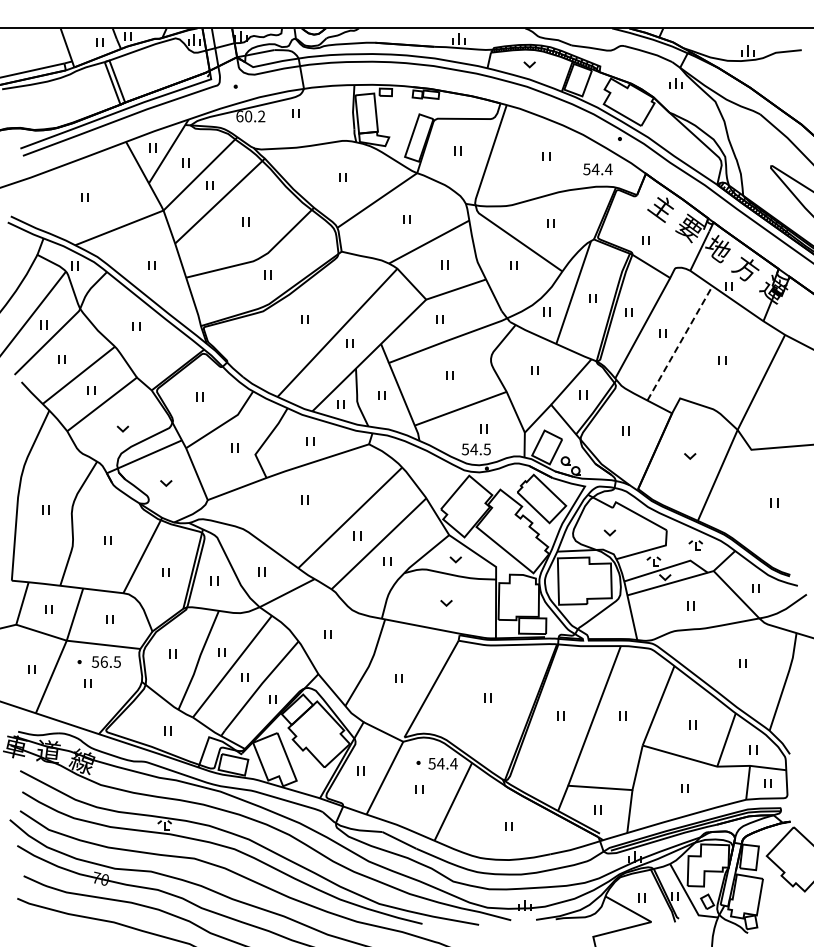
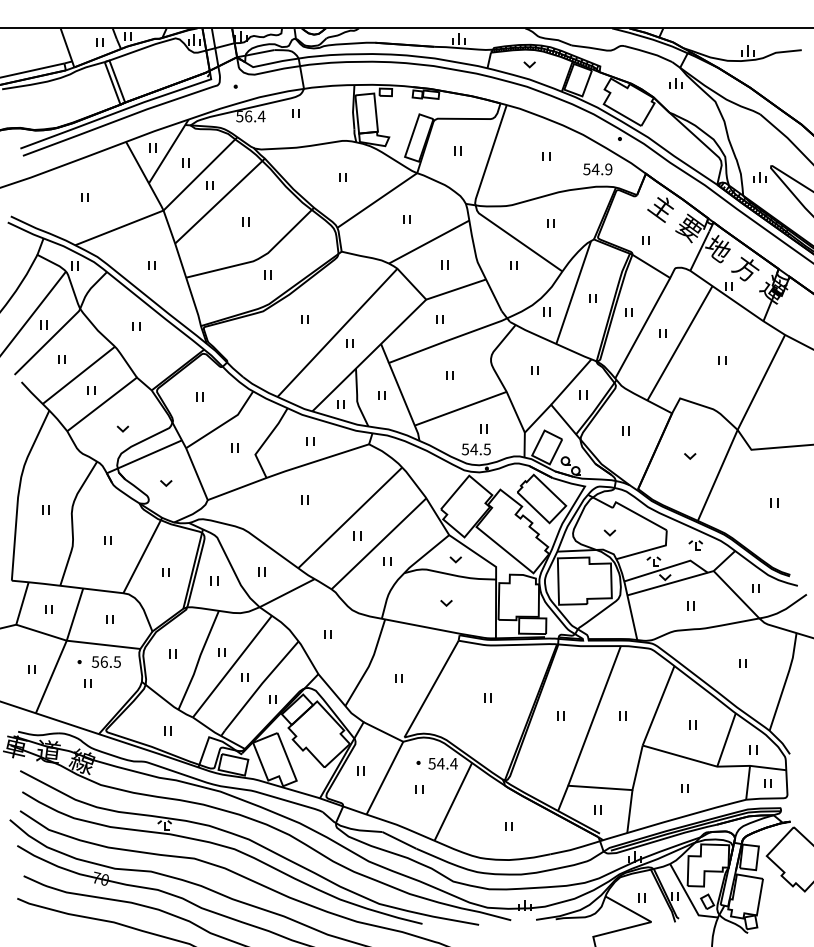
text at (250, 116): 60.2 -> 56.4
text at (608, 169): 54.4 -> 54.9
part at (759, 177): none -> present
line at (679, 343): dashed -> solid
